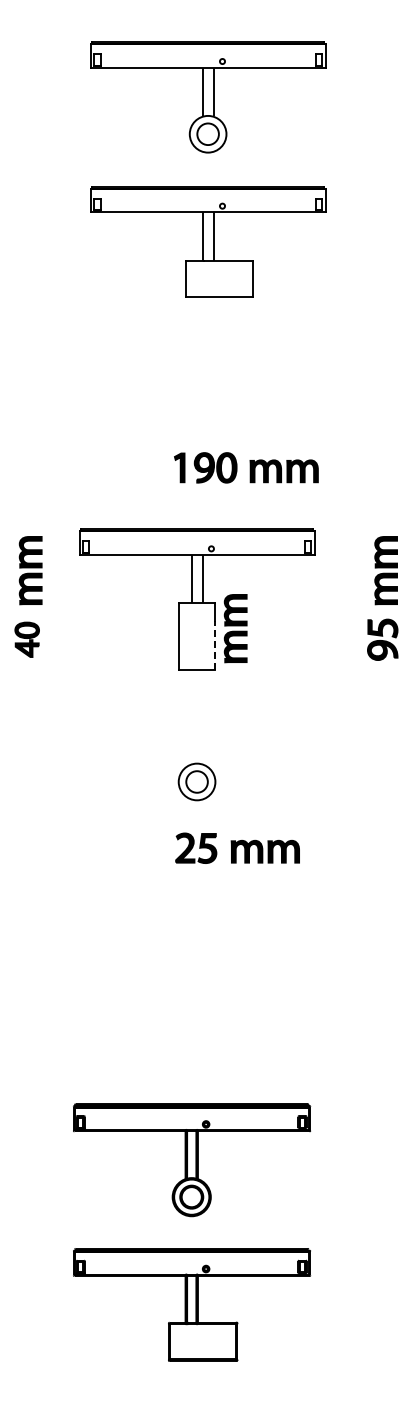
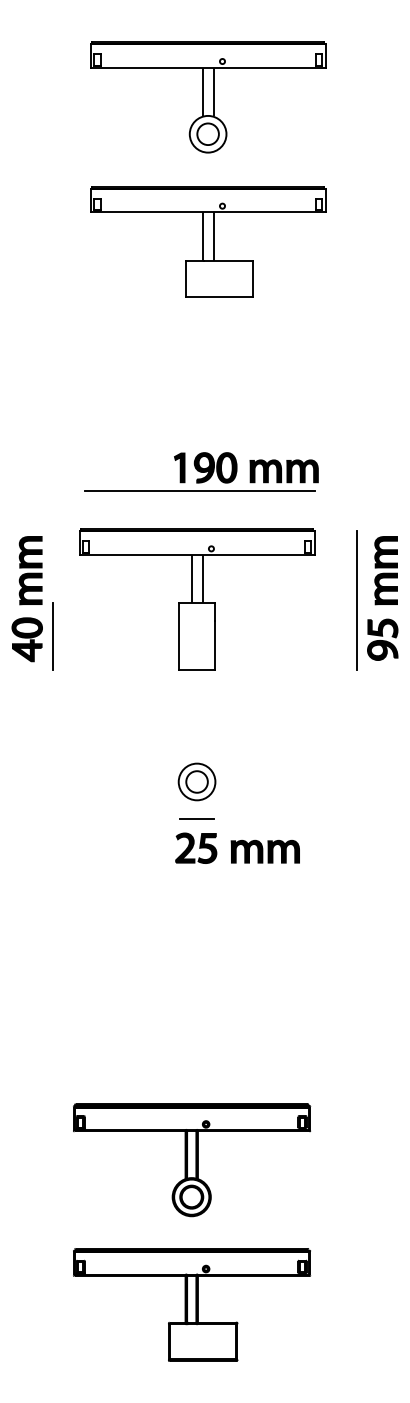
line at (199, 490): none -> present
line at (356, 600): none -> present
part at (235, 628): present -> none
line at (53, 636): none -> present
part at (26, 639) size: 26x37 px -> 32x46 px
line at (215, 645): dashed -> solid
line at (196, 818): none -> present
